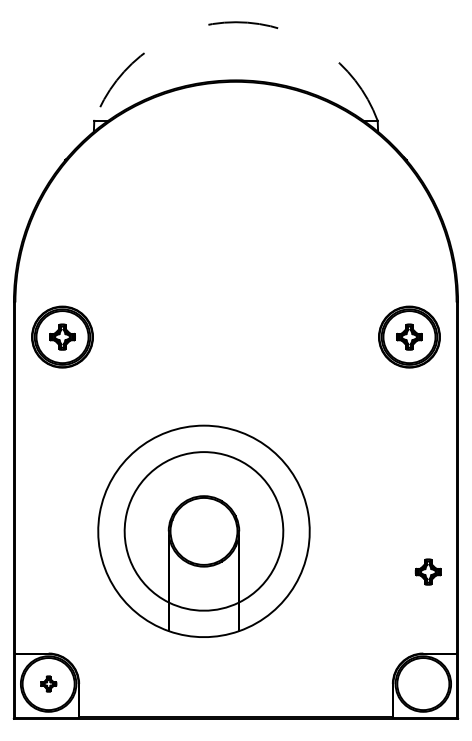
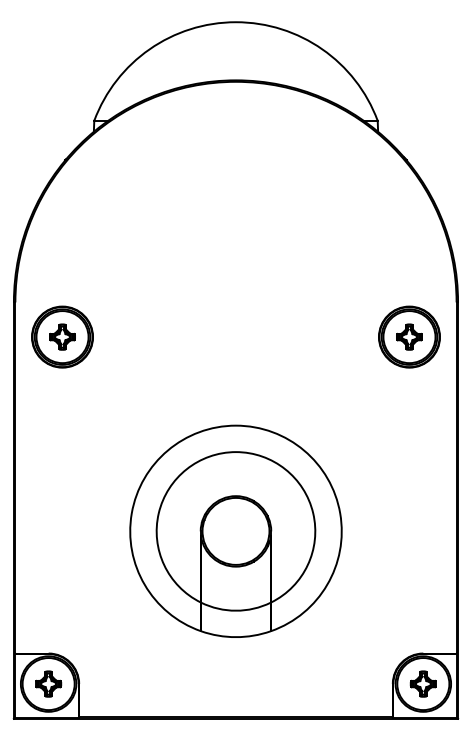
arc at (235, 22): dashed -> solid
part at (203, 530) position: (203, 530) -> (235, 530)
part at (427, 571) position: (427, 571) -> (422, 683)
part at (48, 683) size: 18x18 px -> 28x28 px
